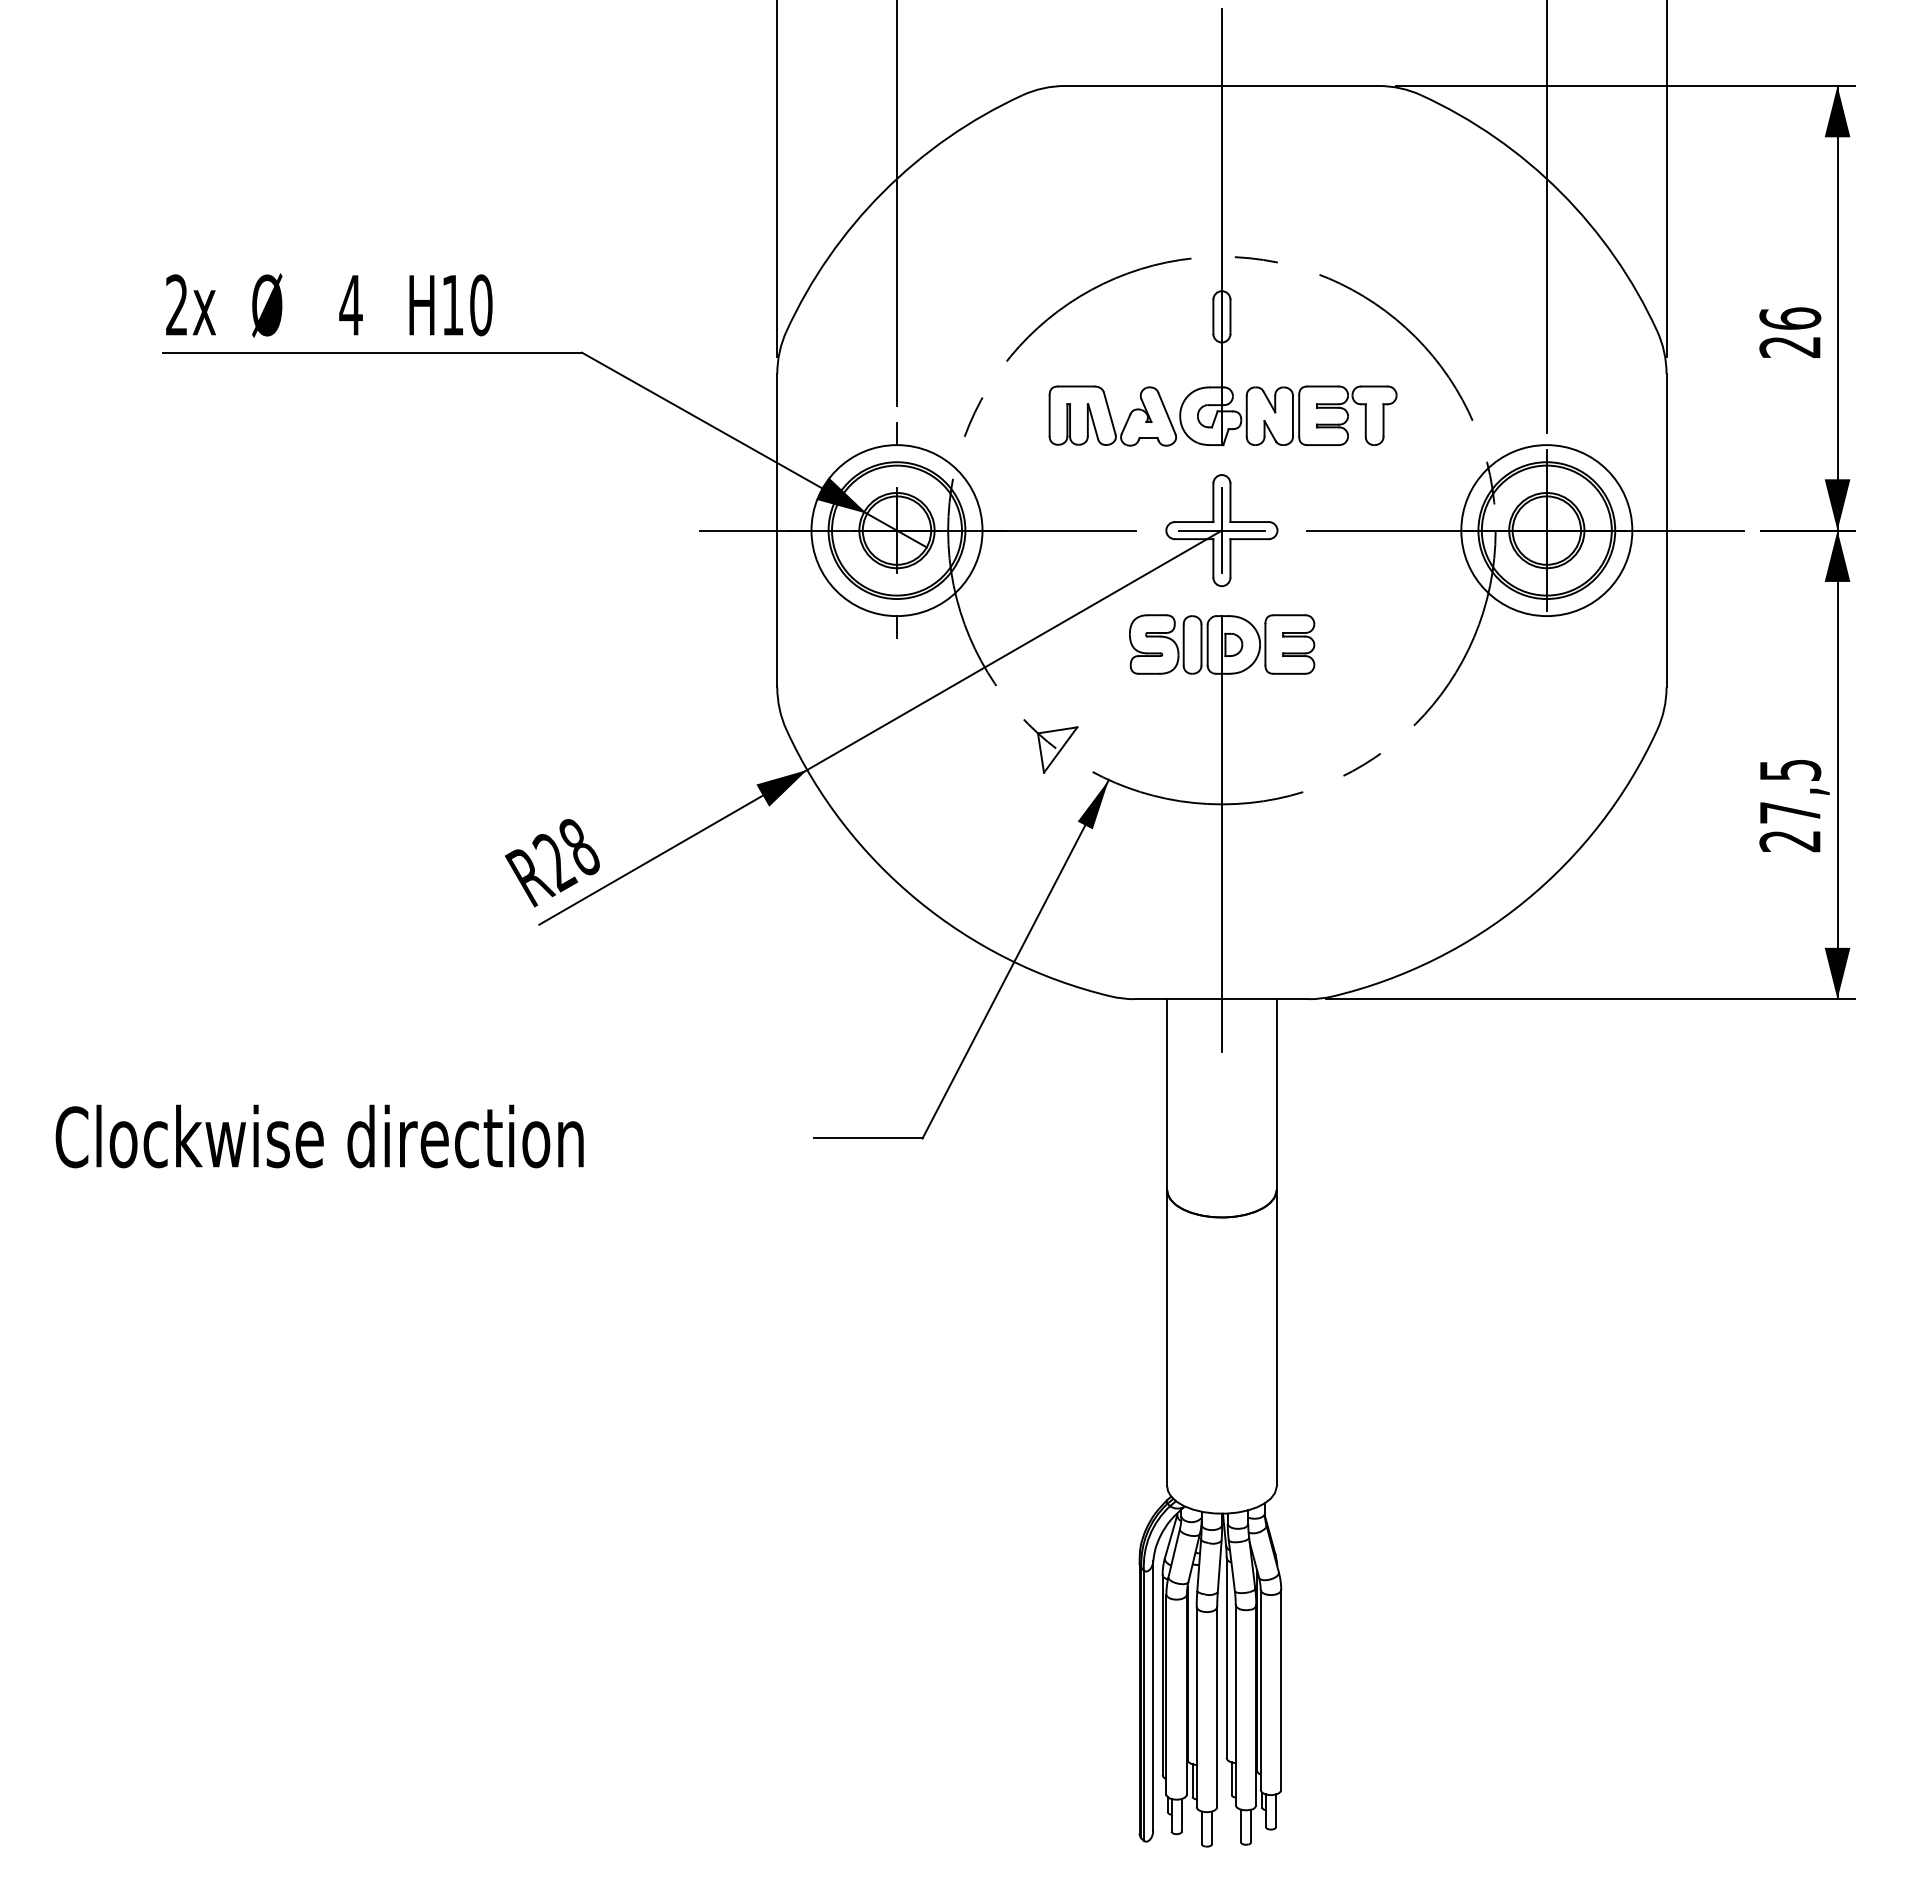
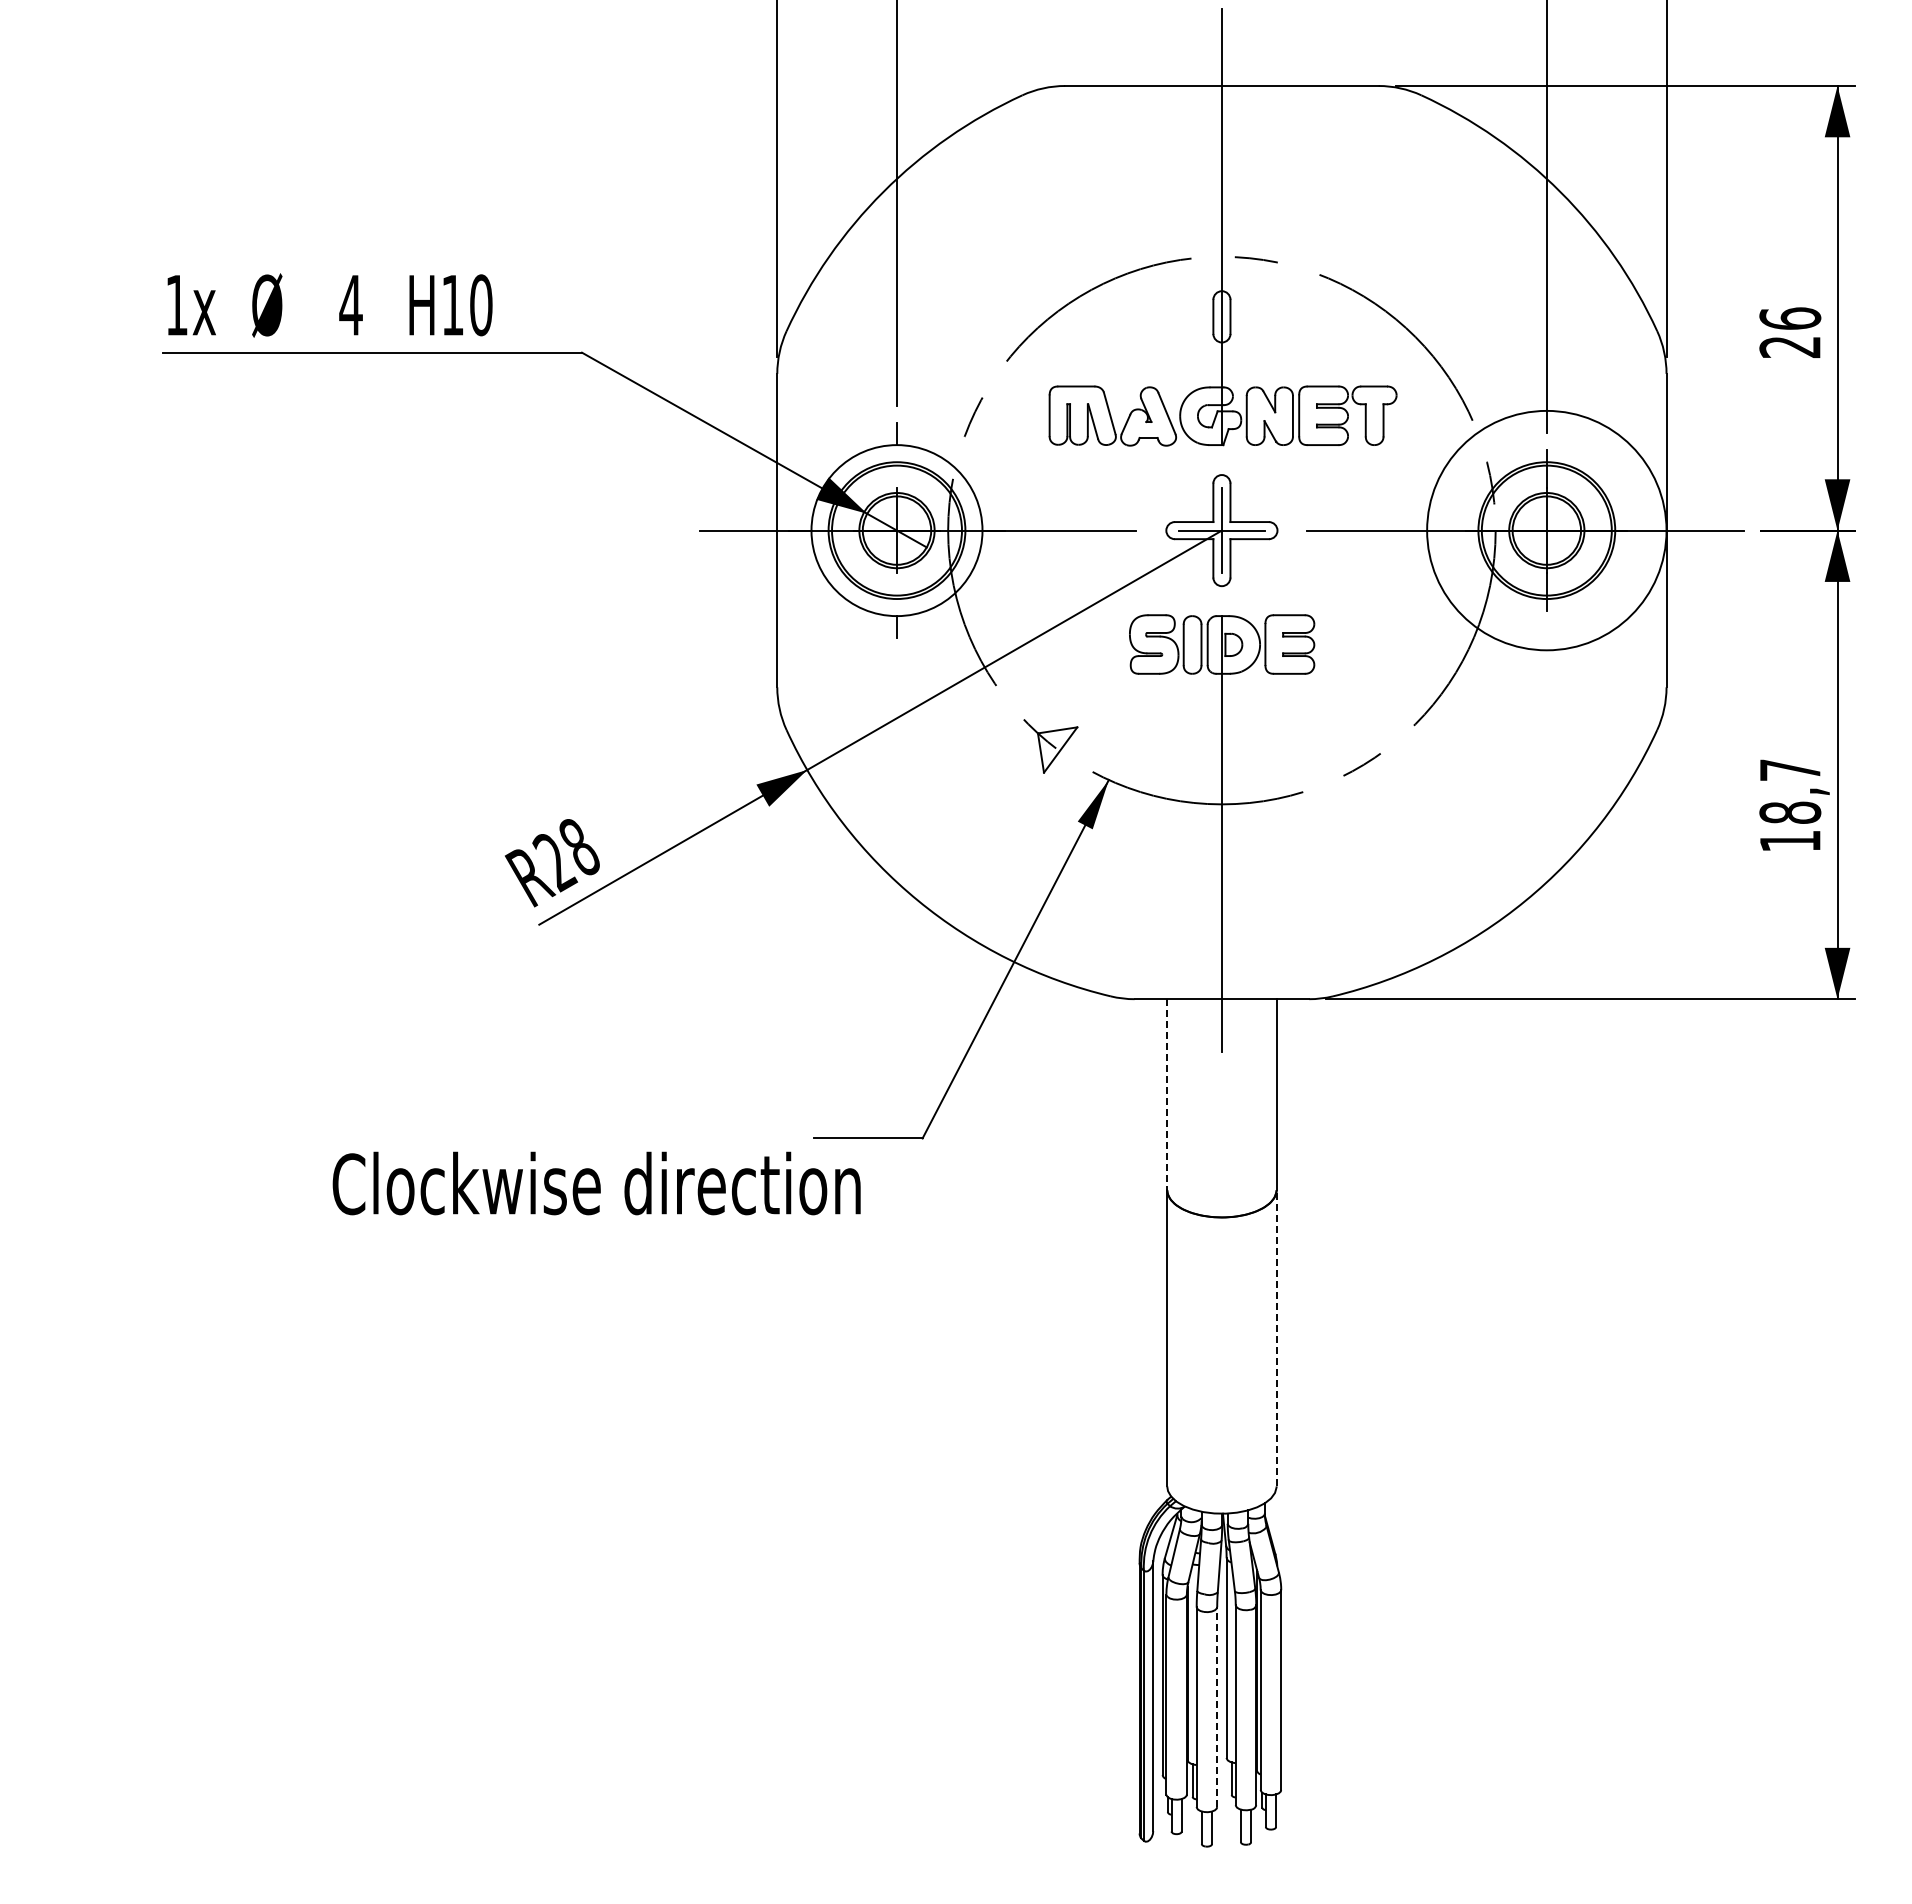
text at (176, 304): 2x -> 1x
circle at (1546, 530) diameter: 171 px -> 239 px
text at (1790, 805): 27,5 -> 18,7
line at (1167, 1094): solid -> dashed
text at (319, 1136) position: (319, 1136) -> (596, 1183)
line at (1276, 1337): solid -> dashed
line at (1217, 1706): solid -> dashed
